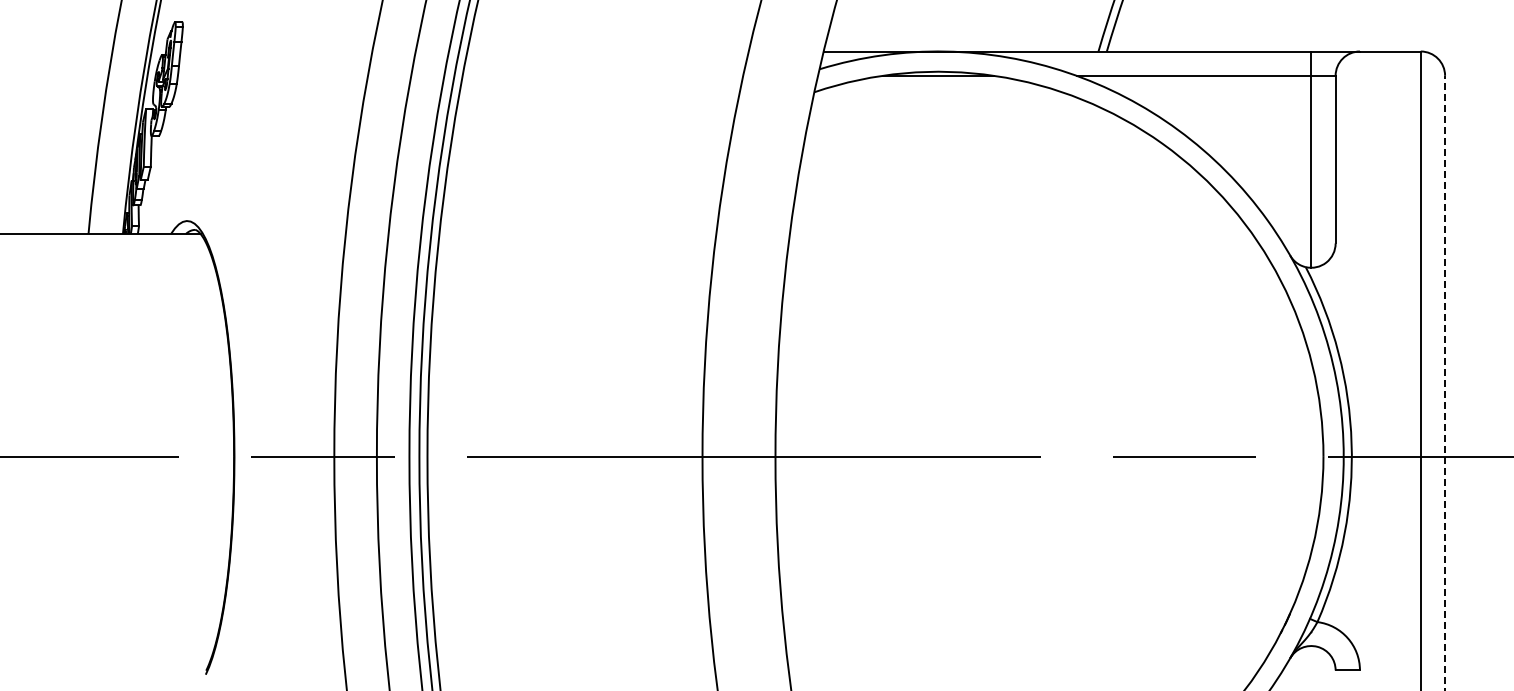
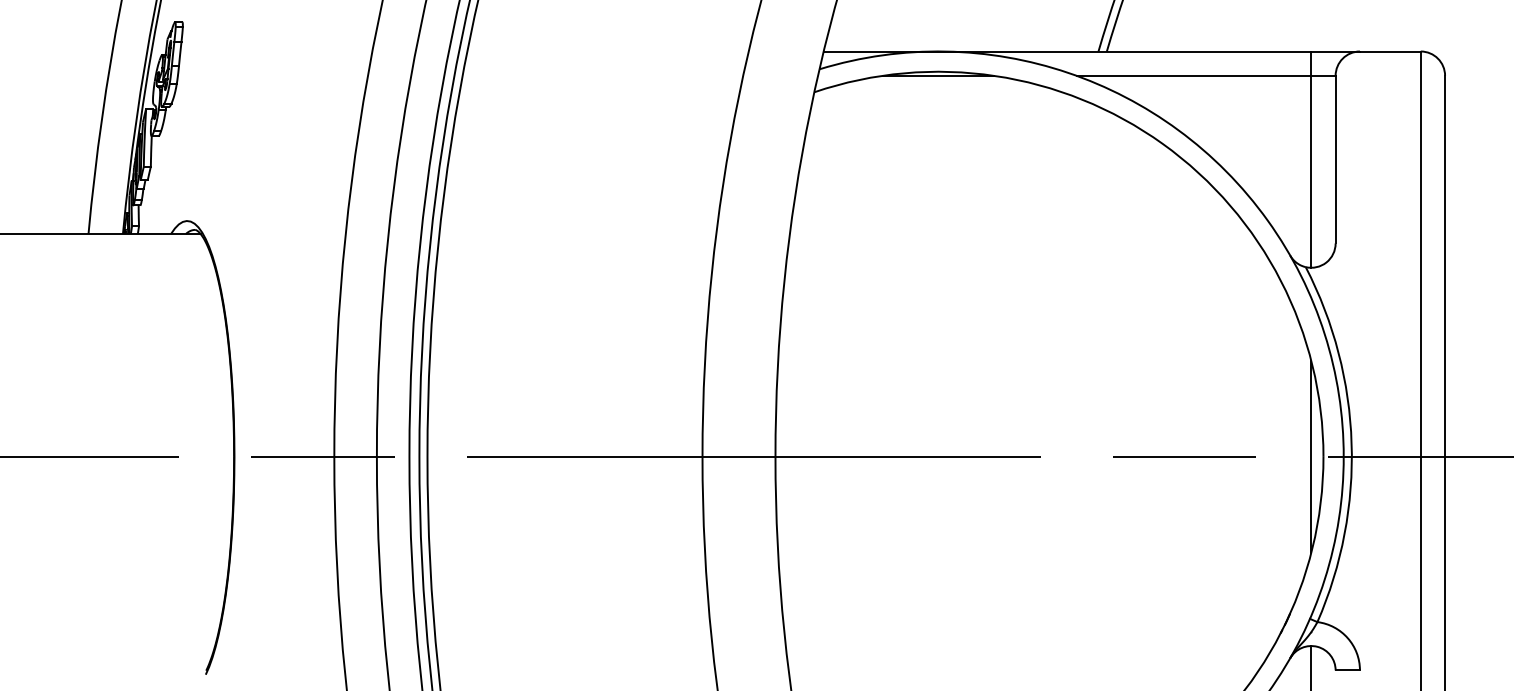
line at (1445, 382): dashed -> solid
line at (1311, 456): none -> present
line at (1311, 666): none -> present
